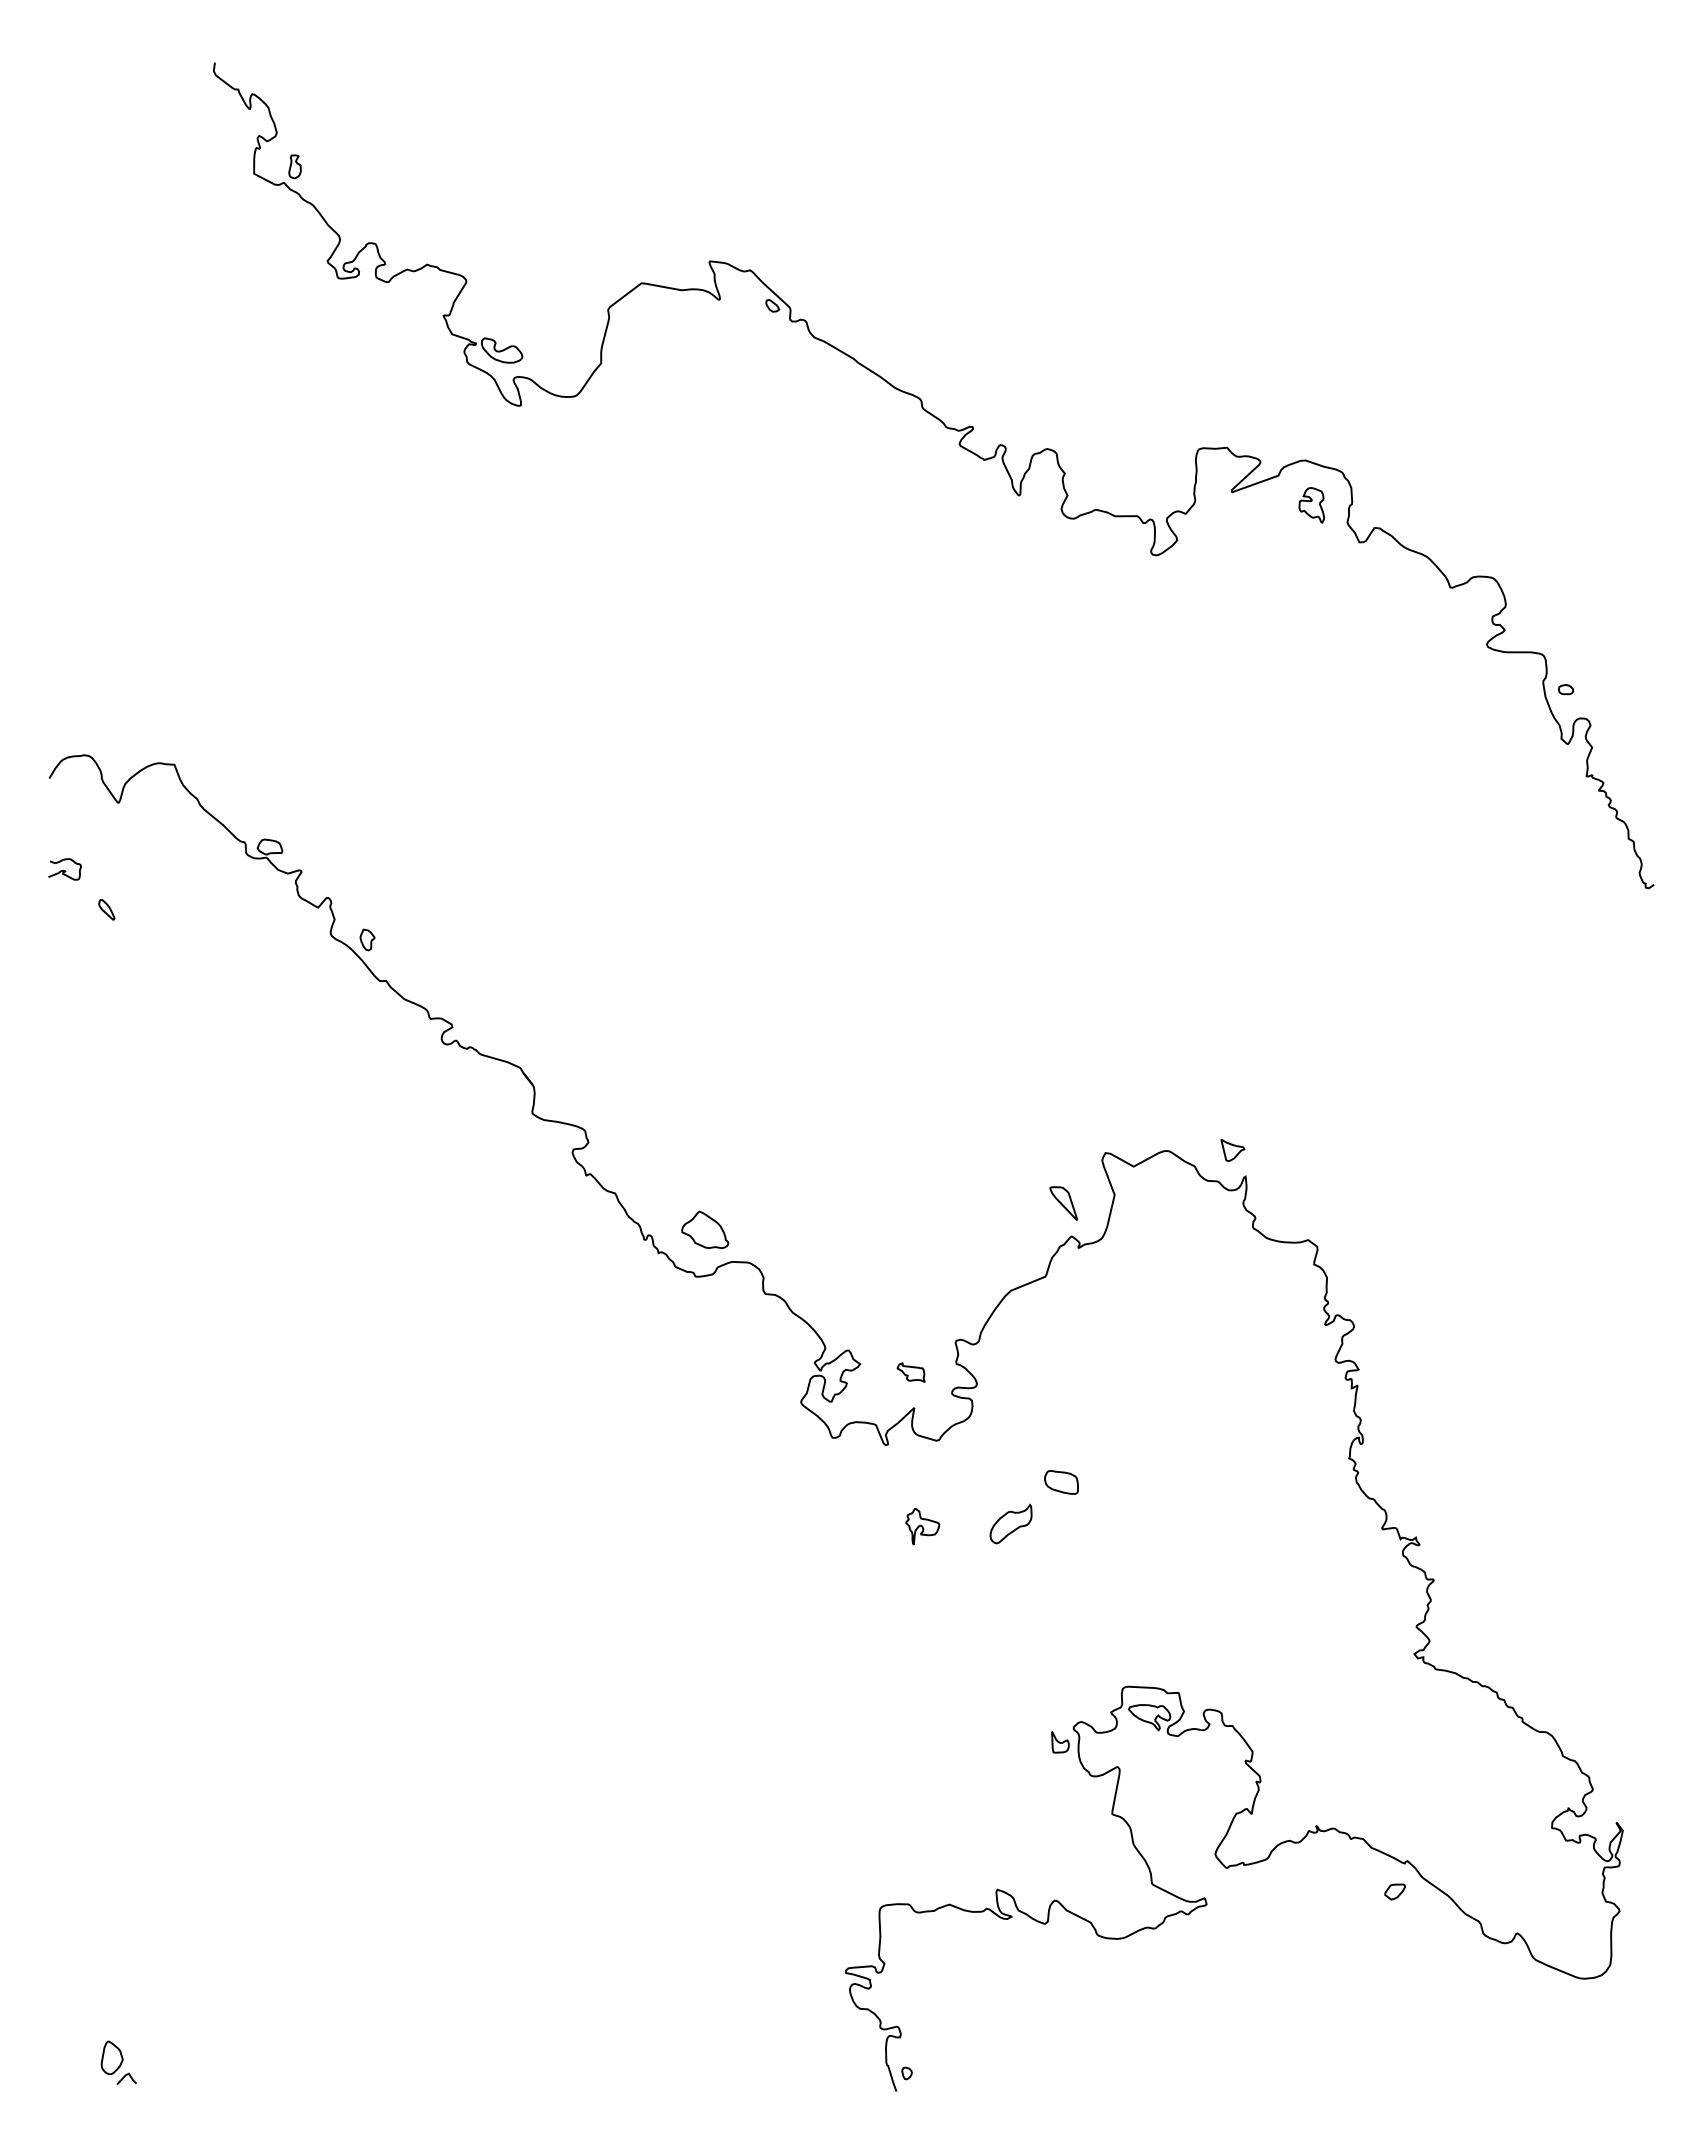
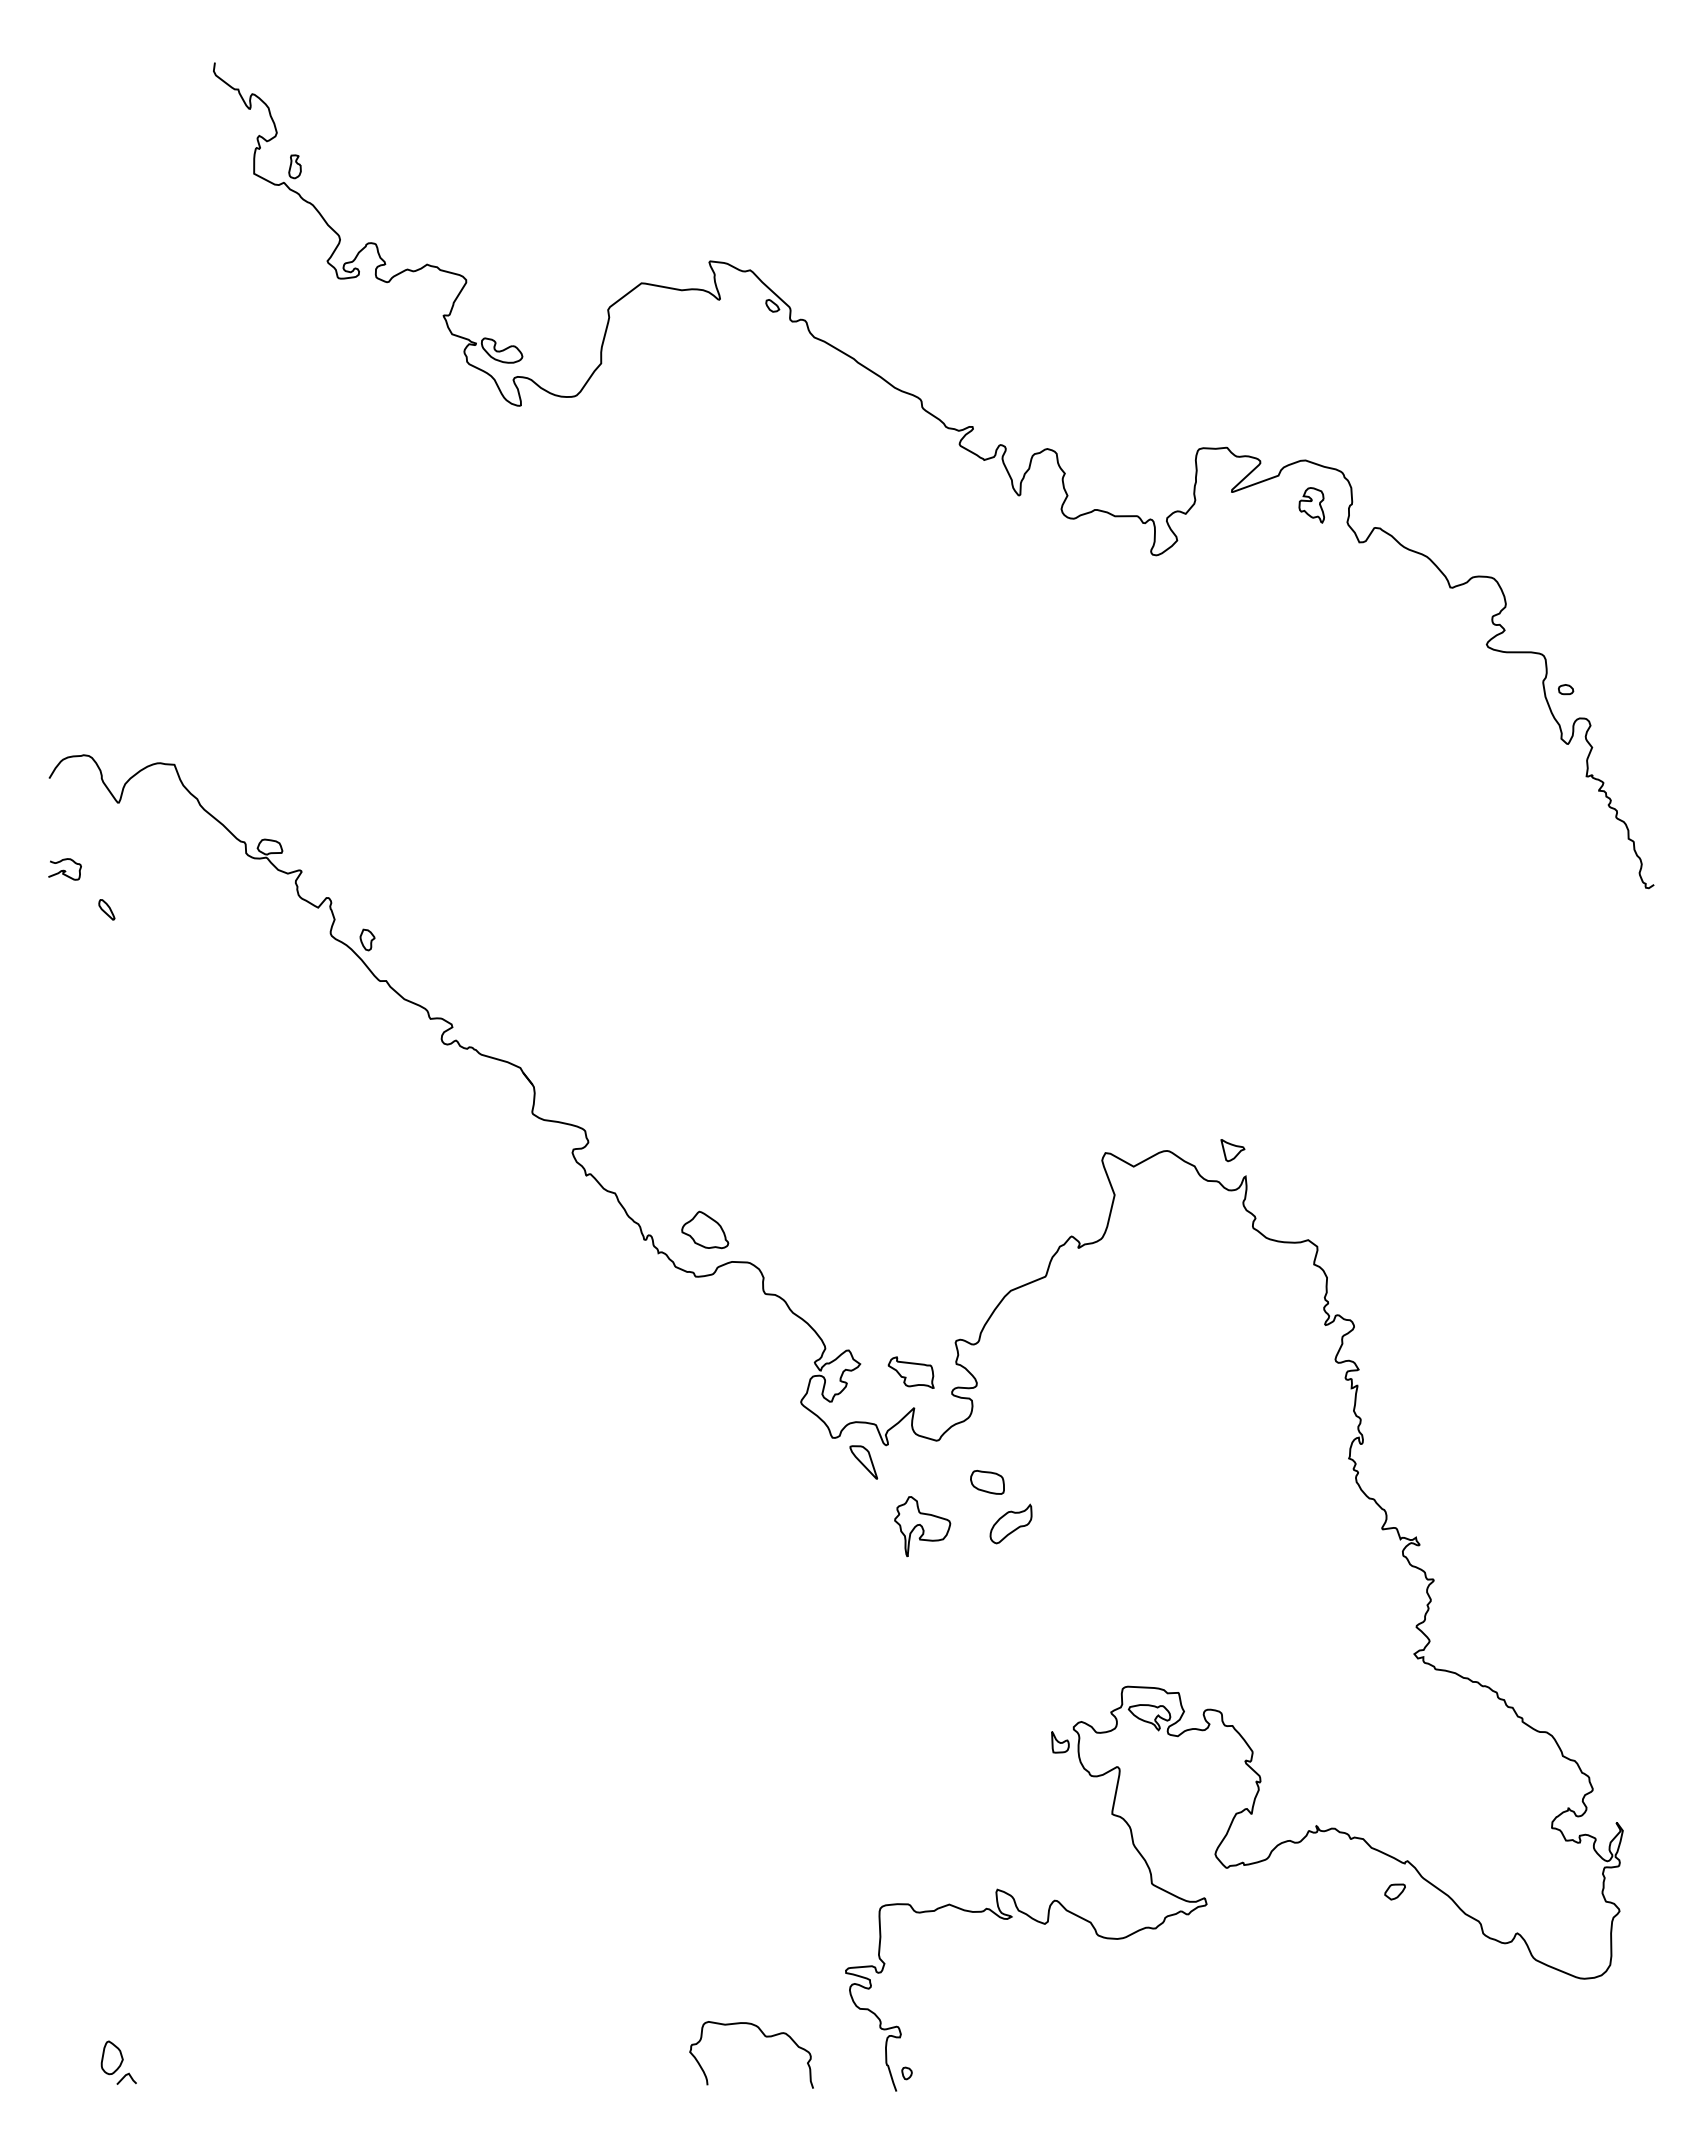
part at (1063, 1203) position: (1063, 1203) -> (863, 1462)
part at (910, 1372) size: 30x21 px -> 48x33 px
part at (1061, 1482) position: (1061, 1482) -> (987, 1482)
part at (922, 1526) size: 36x38 px -> 58x62 px
curve at (765, 2037): none -> present
